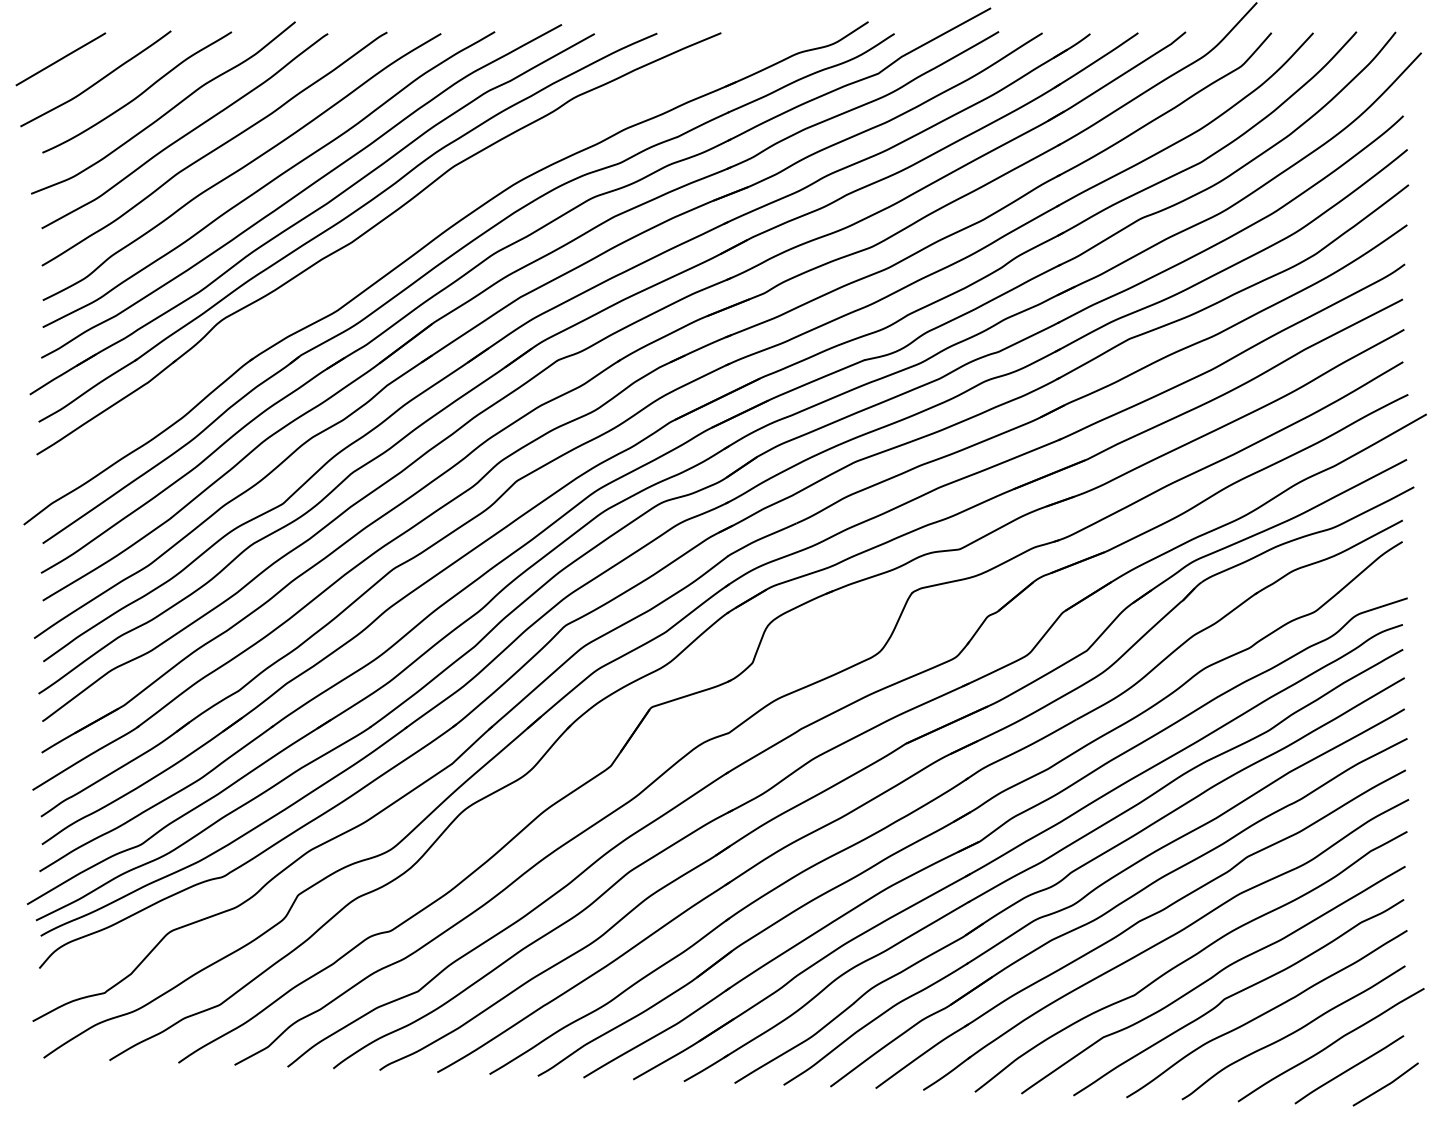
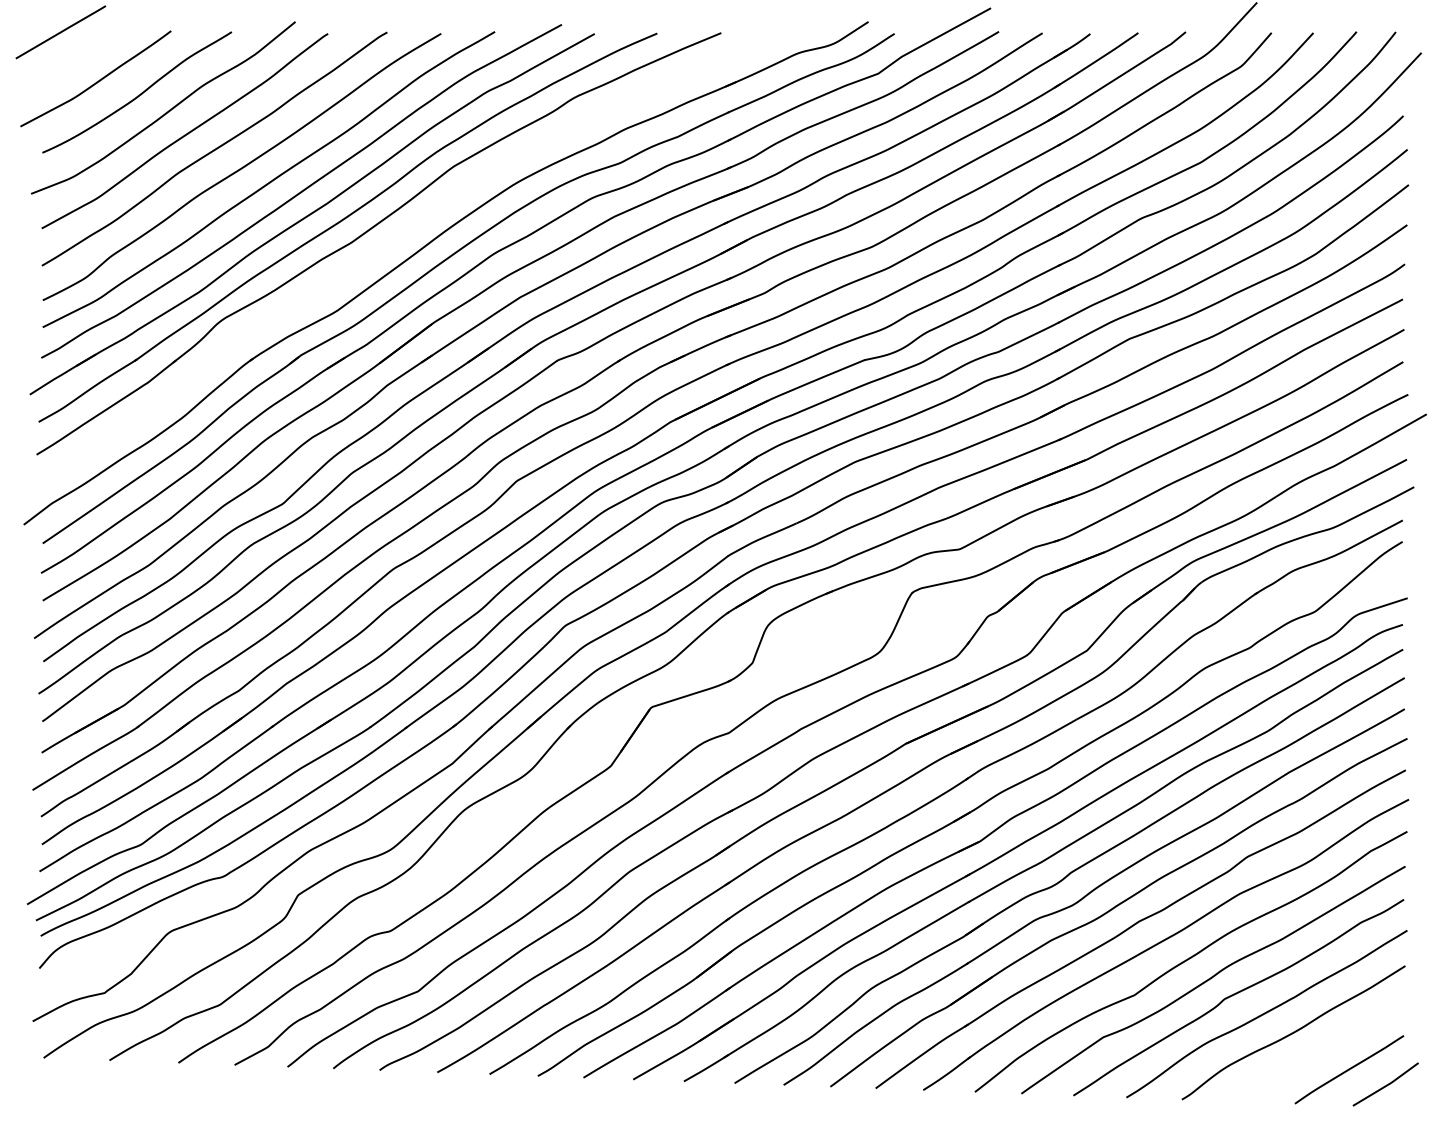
line at (60, 59) position: (60, 59) -> (60, 32)
curve at (1330, 1045): present -> none
